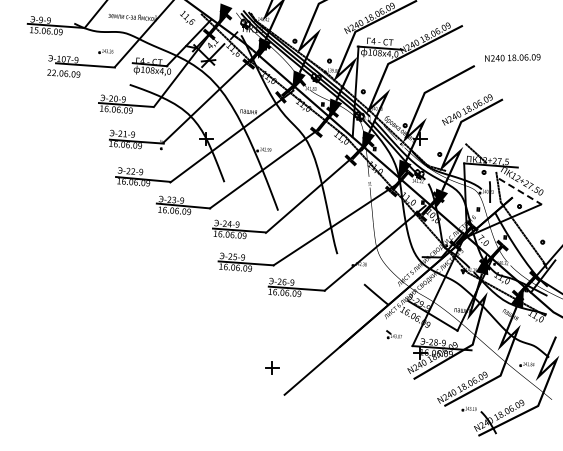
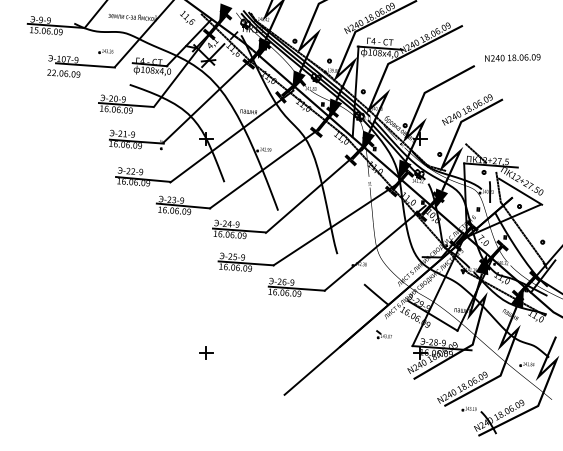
line at (520, 191): dashed -> solid
part at (393, 334) position: (393, 334) -> (383, 334)
part at (272, 367) position: (272, 367) -> (206, 352)
